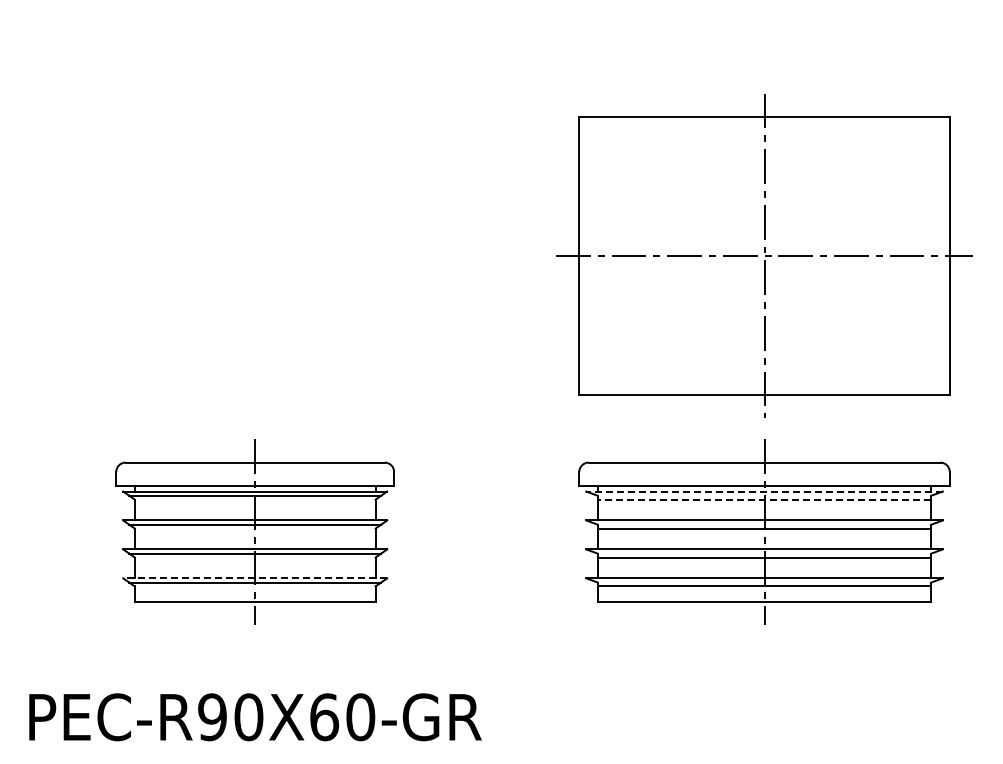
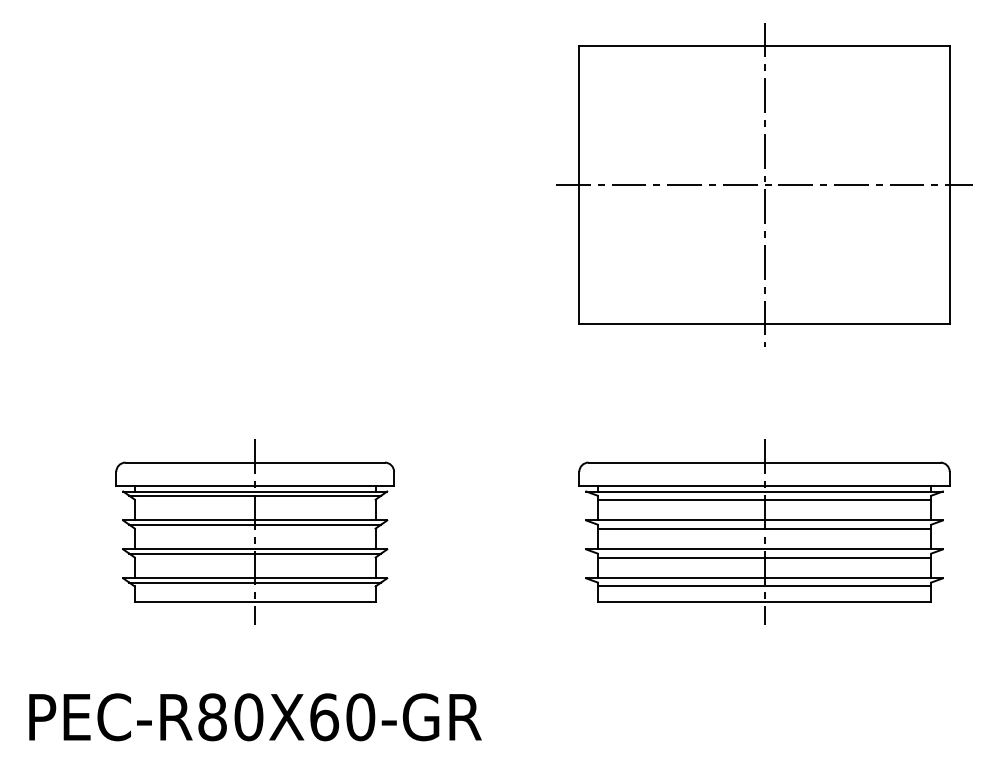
part at (764, 255) position: (764, 255) -> (764, 184)
line at (764, 491): dashed -> solid
line at (764, 499): dashed -> solid
line at (255, 578): dashed -> solid
text at (212, 717): PEC-R90X60-GR -> PEC-R80X60-GR
